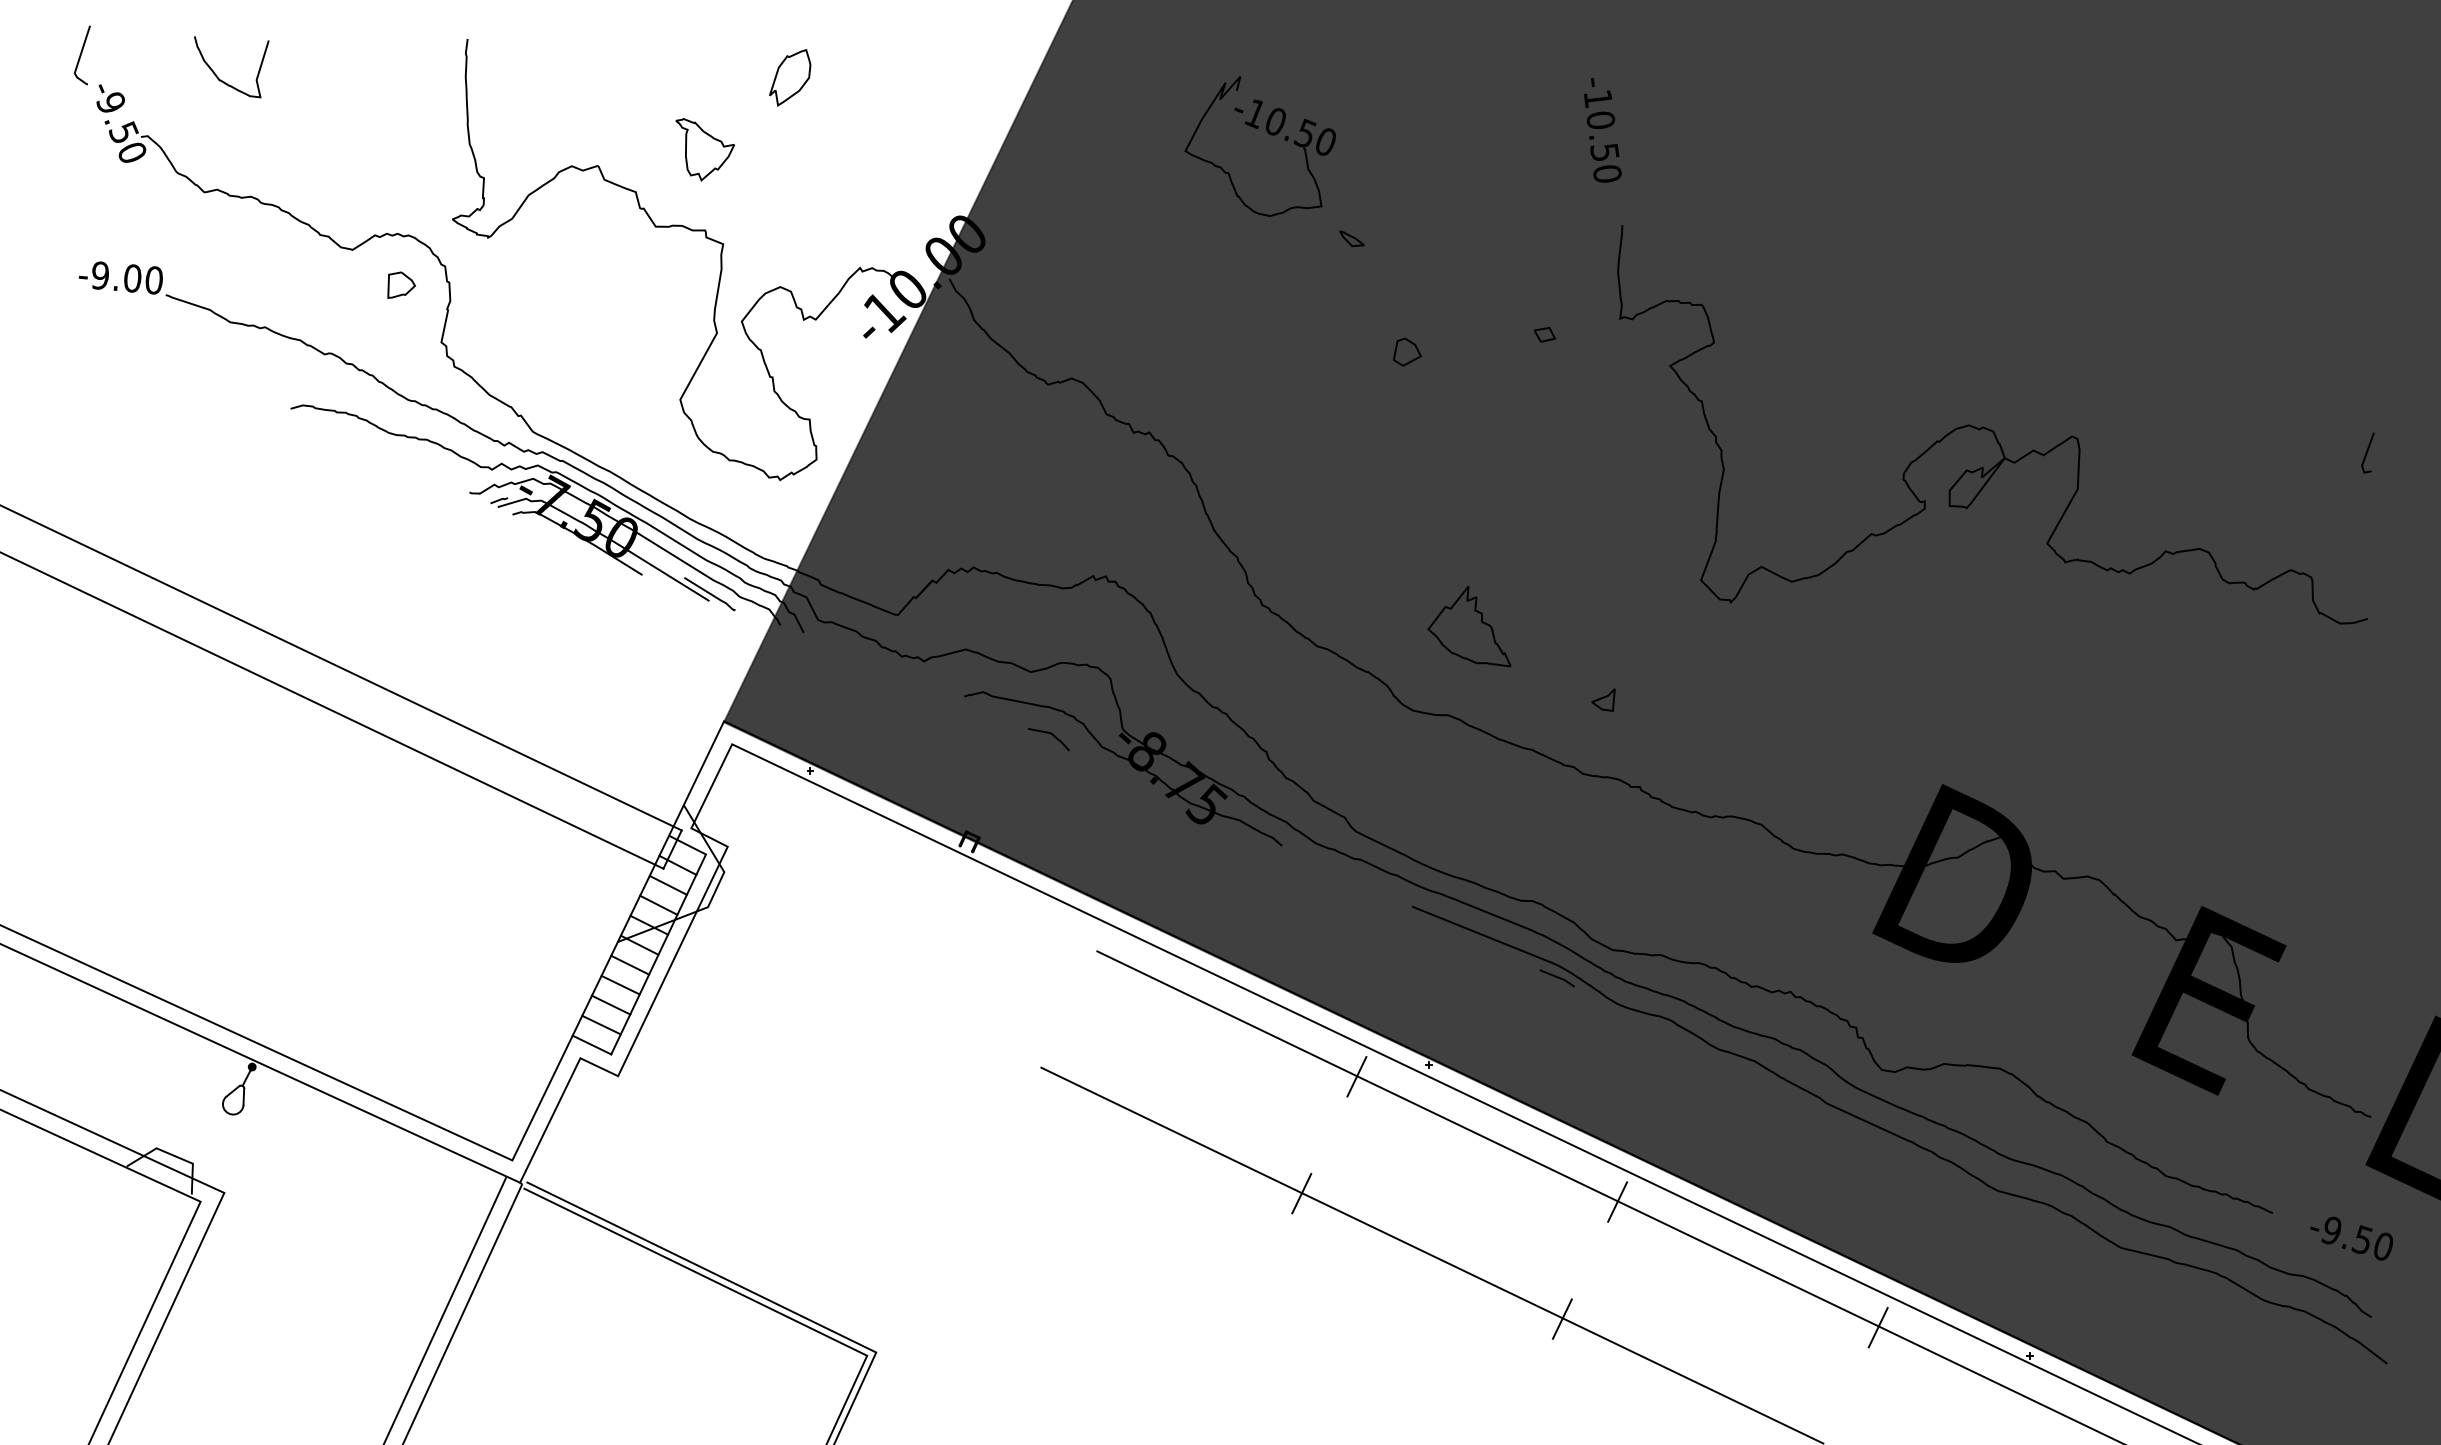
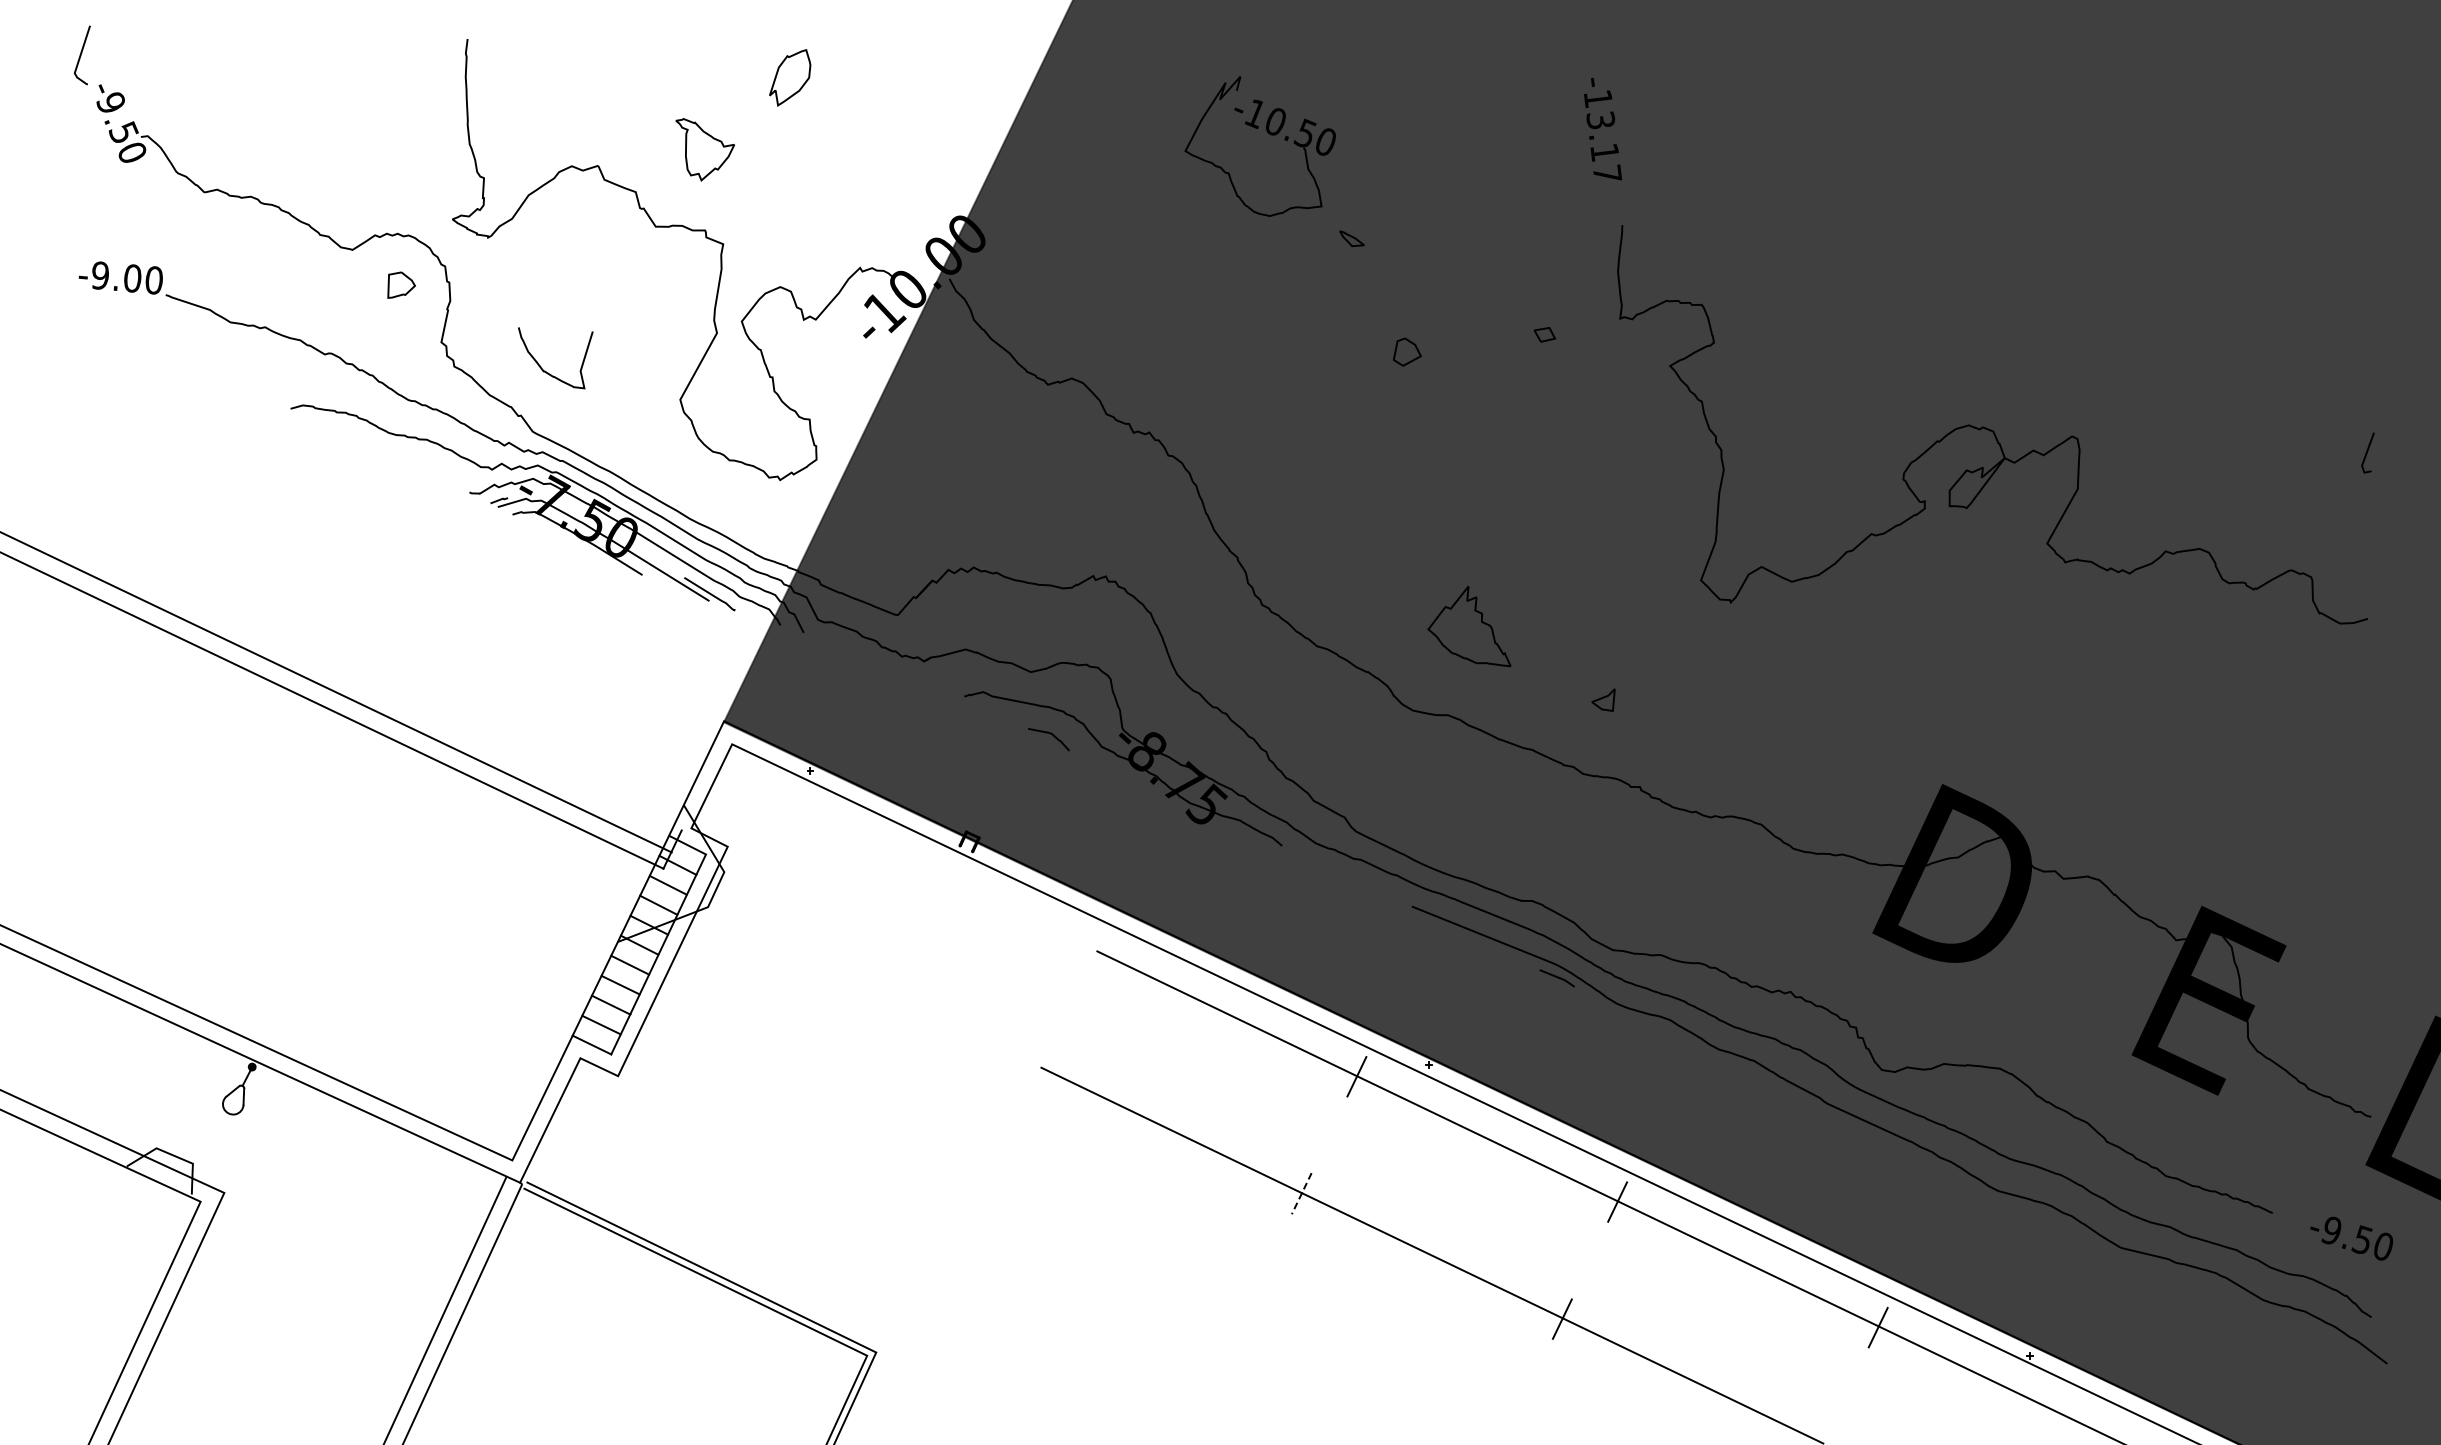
curve at (221, 79) position: (221, 79) -> (545, 370)
text at (1603, 146): -10.50 -> -13.17
line at (341, 668) position: (341, 668) -> (336, 692)
line at (1301, 1193): solid -> dashed
